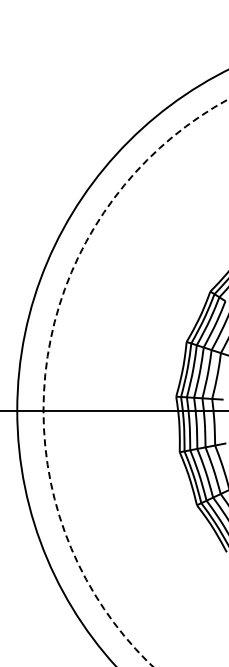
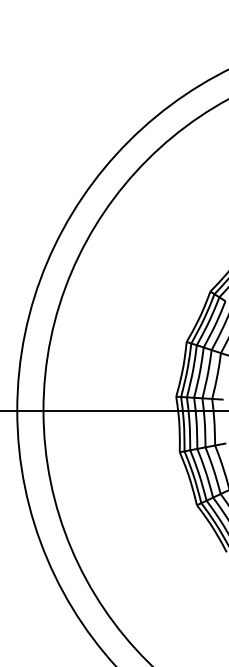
circle at (135, 382): dashed -> solid
